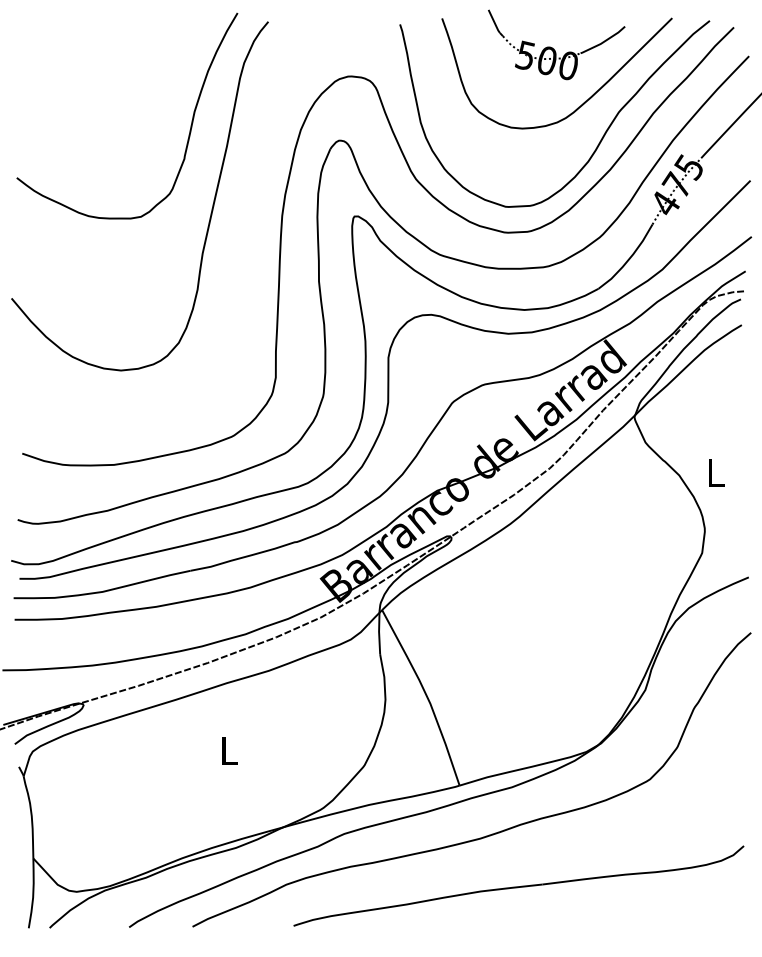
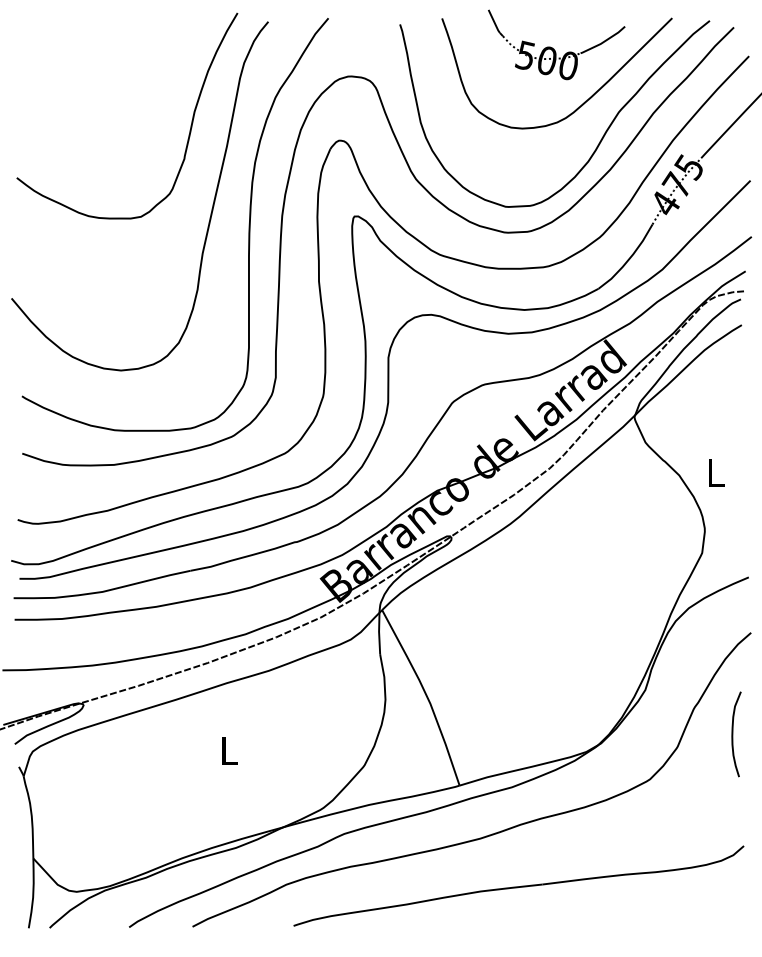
curve at (248, 224): none -> present
curve at (733, 734): none -> present
